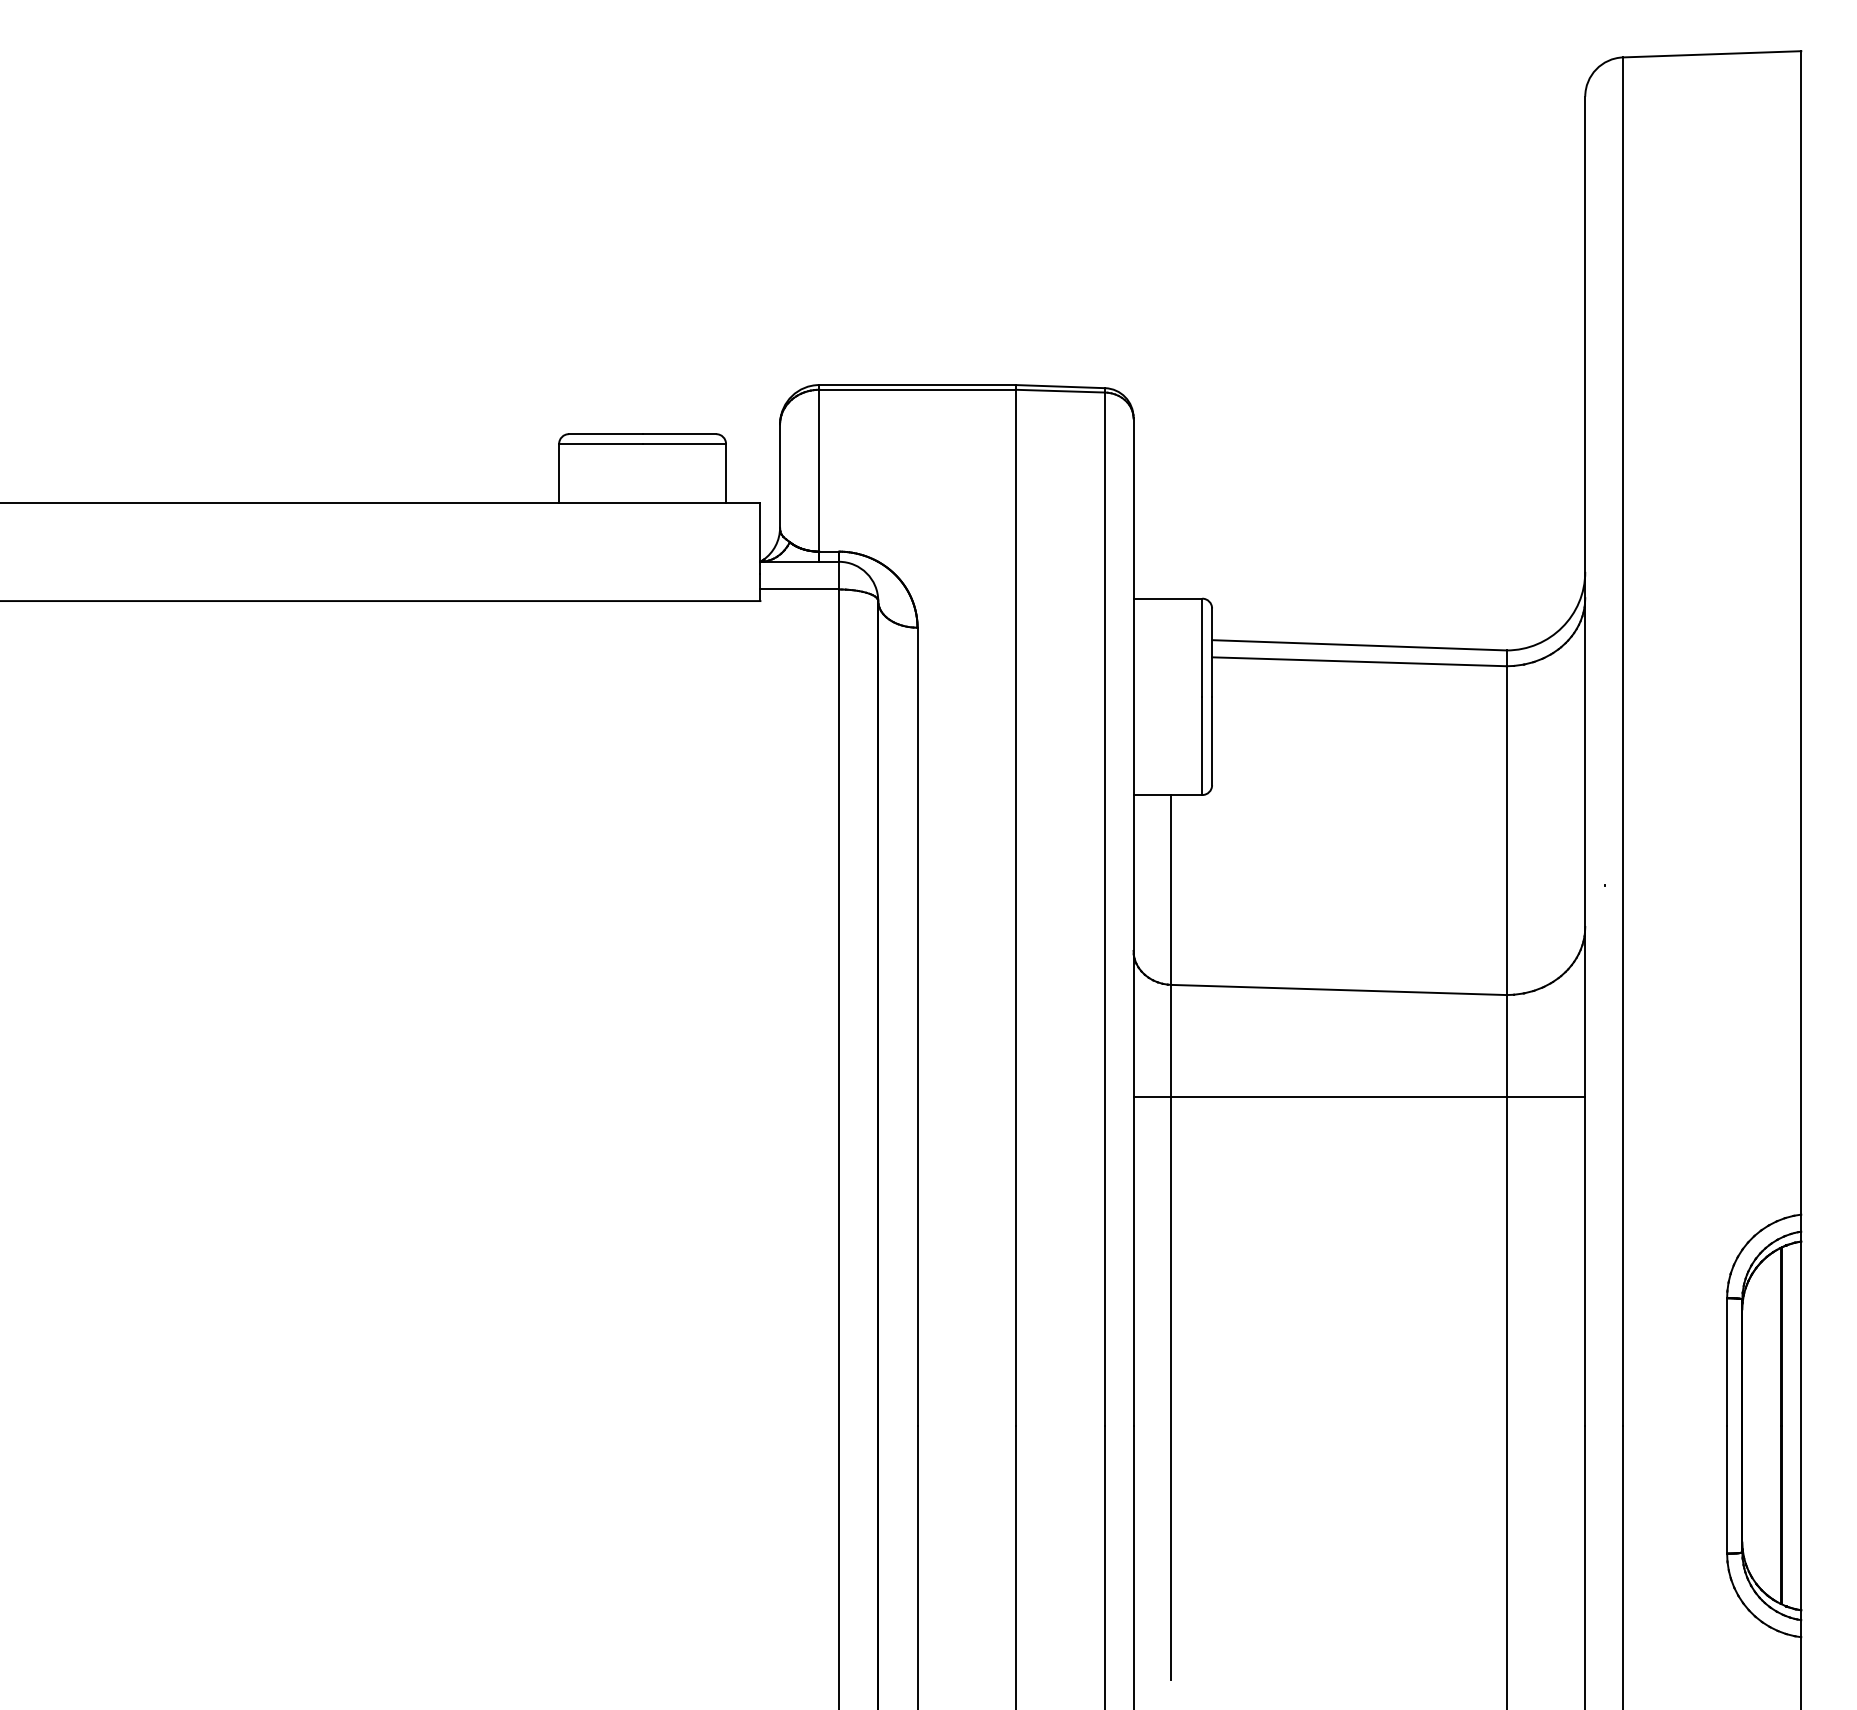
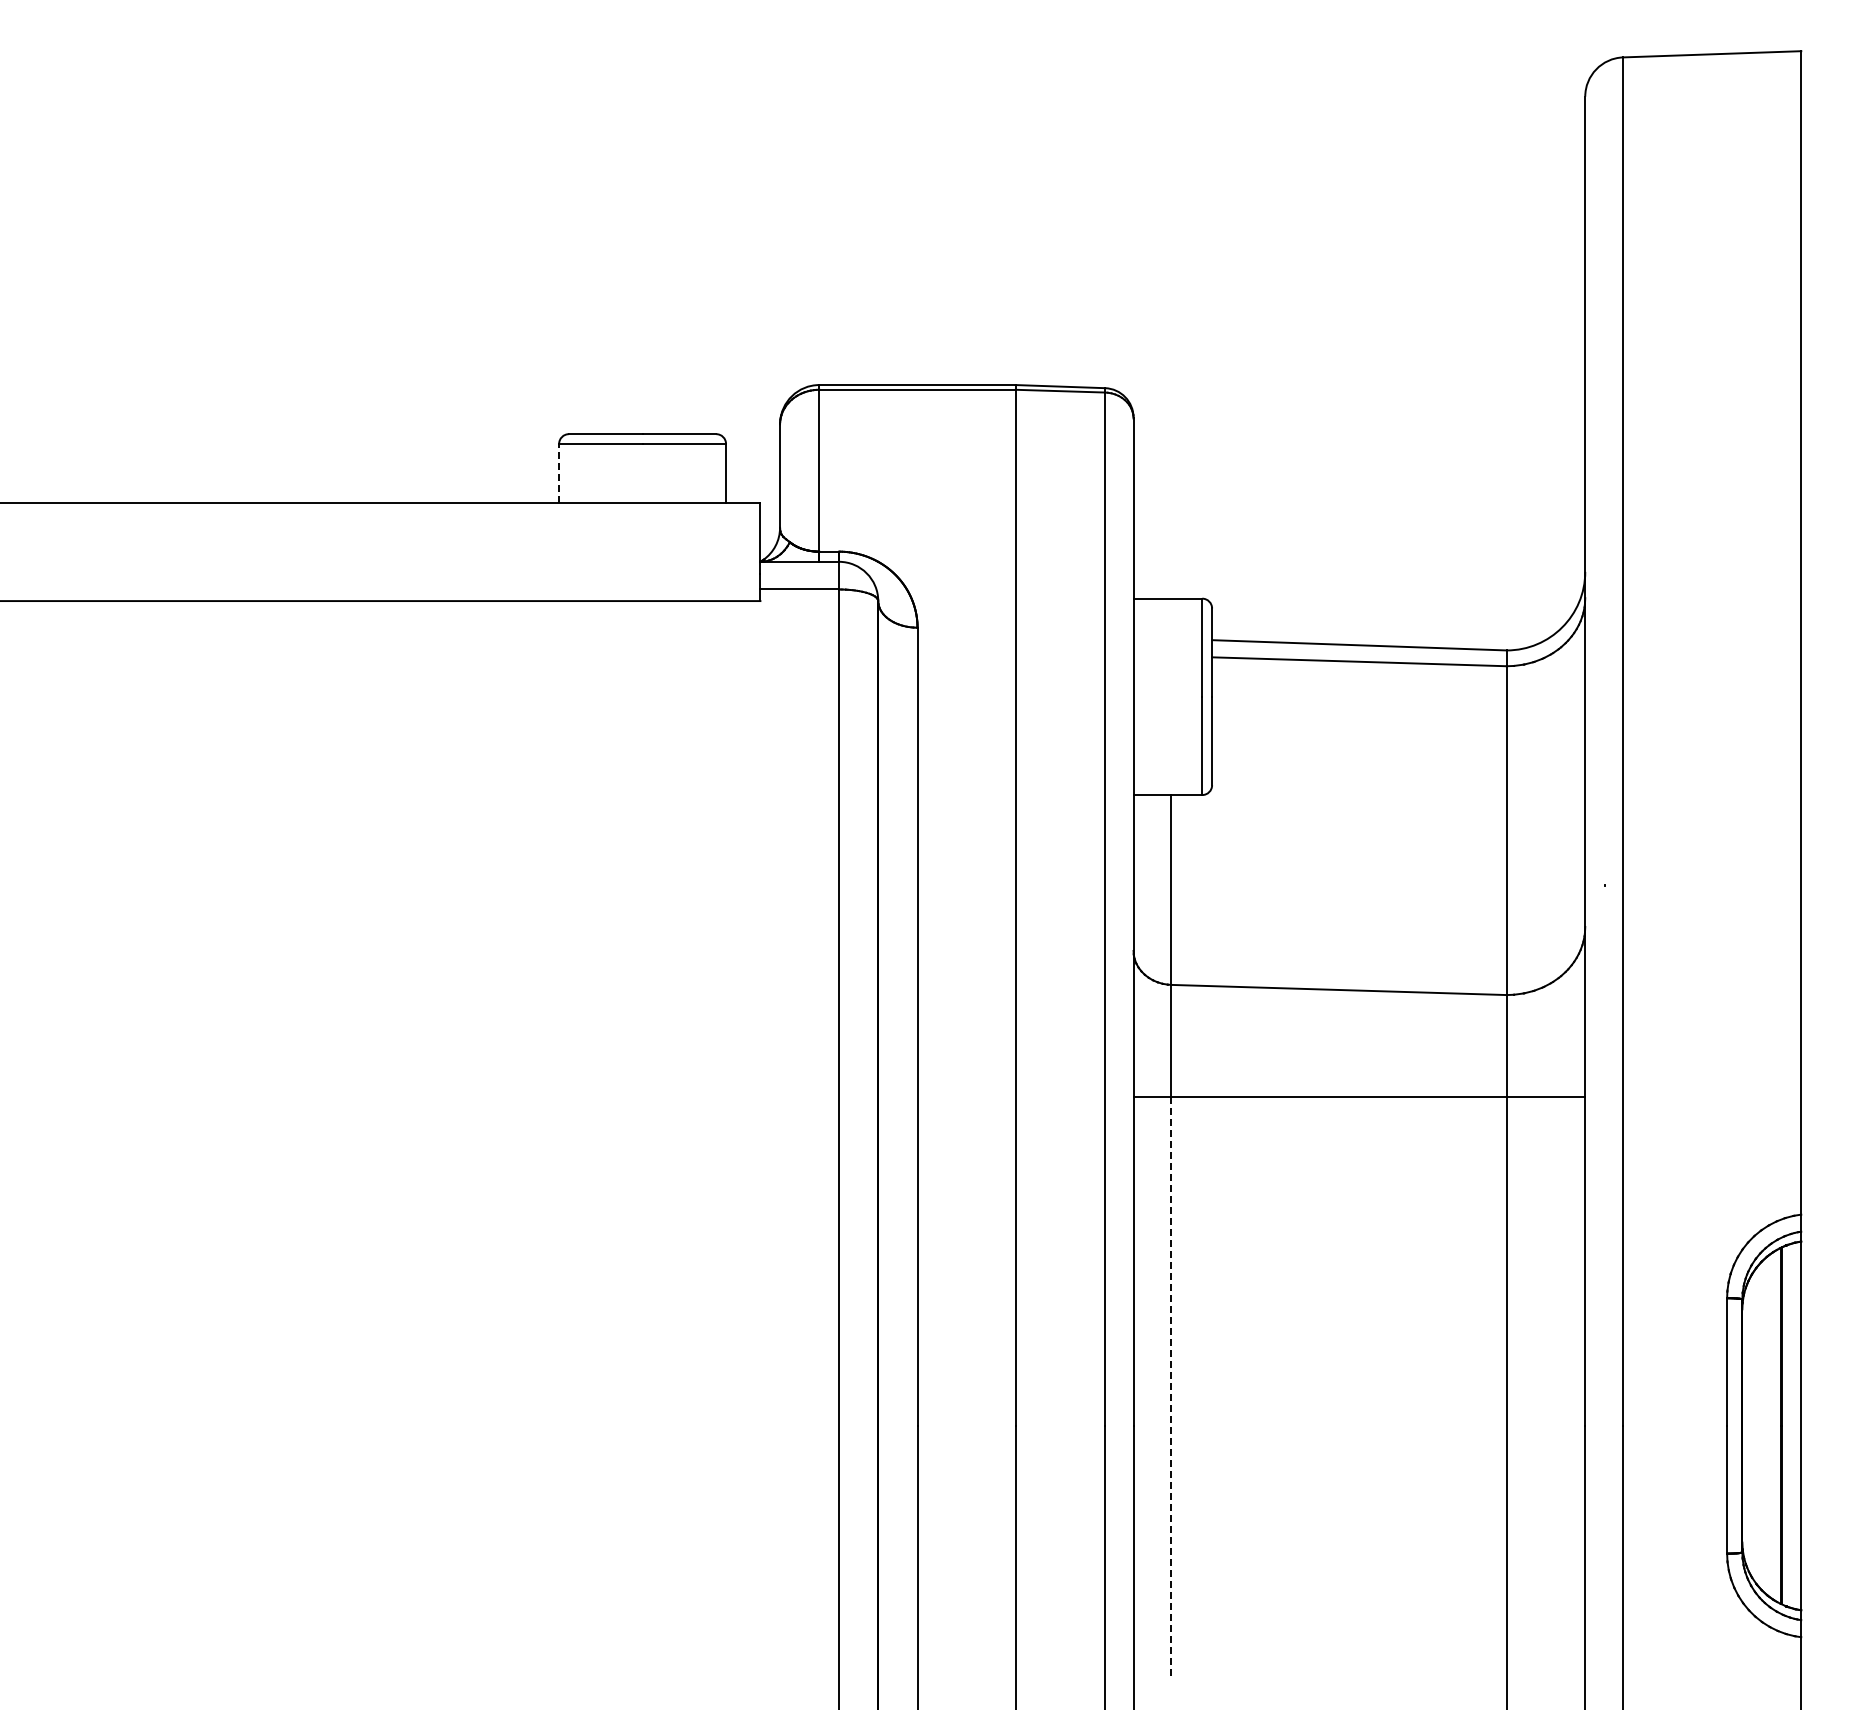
line at (559, 472): solid -> dashed
line at (1171, 1388): solid -> dashed
